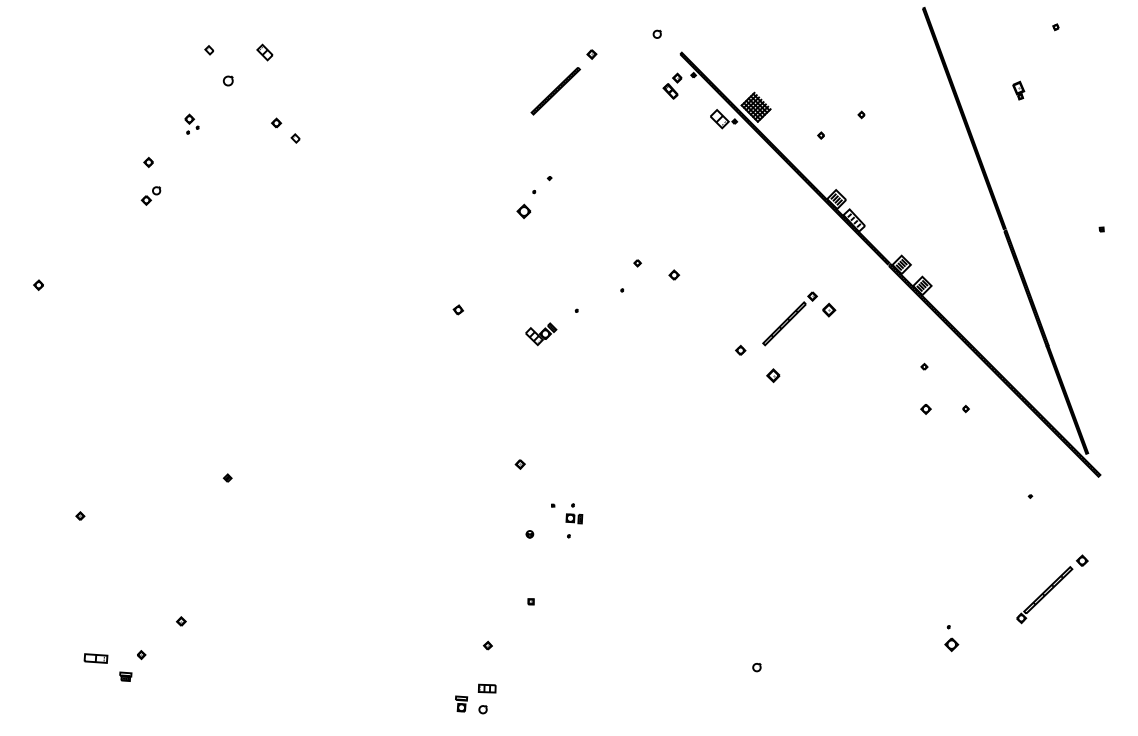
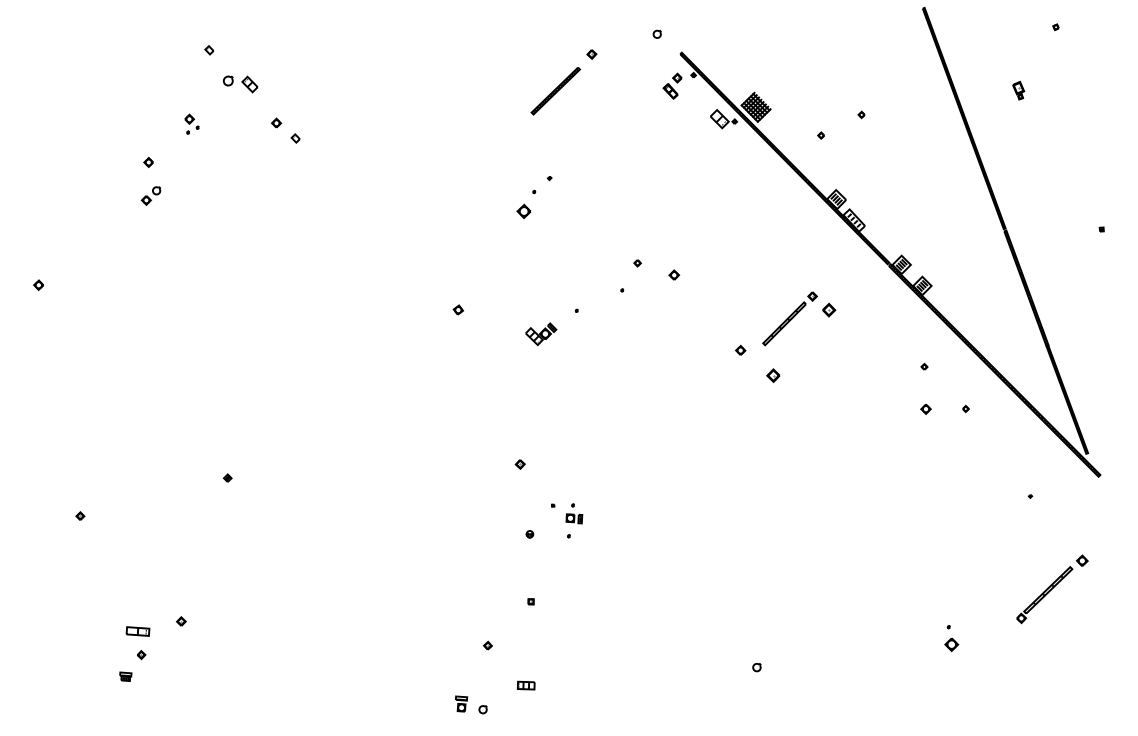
part at (264, 52) position: (264, 52) -> (249, 84)
part at (95, 658) position: (95, 658) -> (137, 631)
part at (486, 688) position: (486, 688) -> (525, 685)
